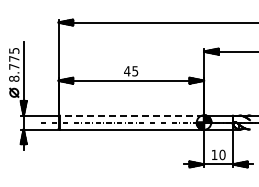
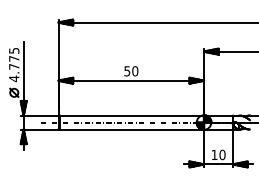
text at (131, 71): 45 -> 50
text at (14, 78): 8.775 -> 4.775
line at (131, 115): dashed -> solid
